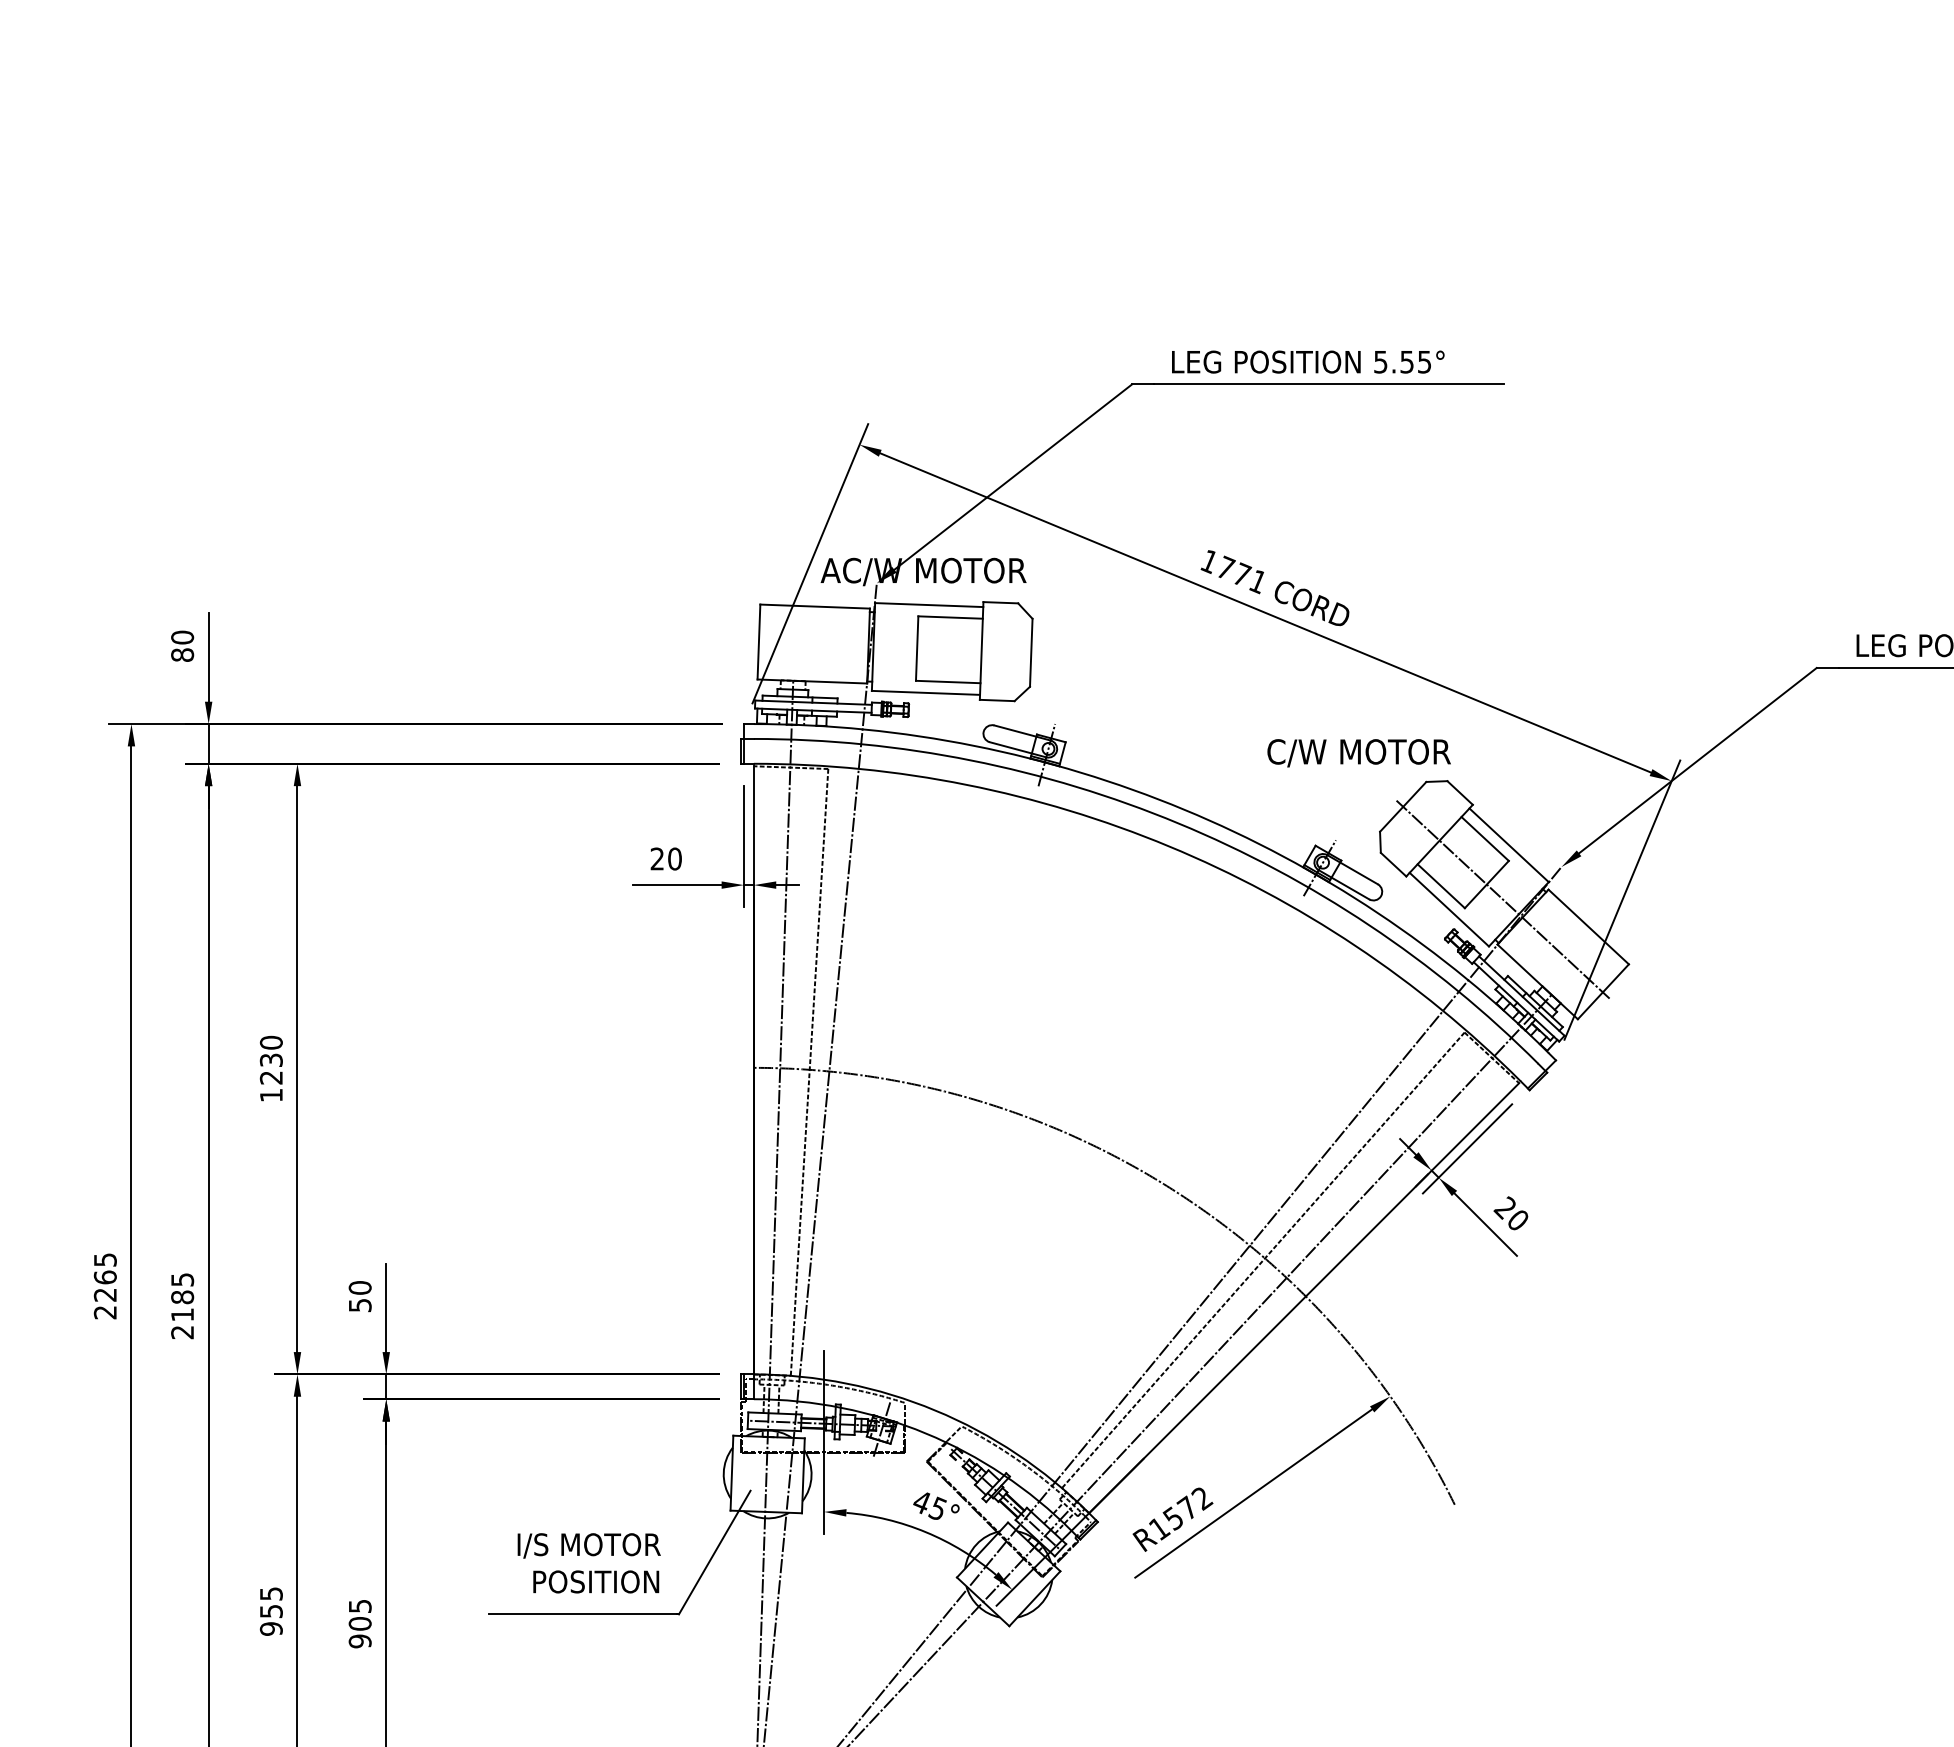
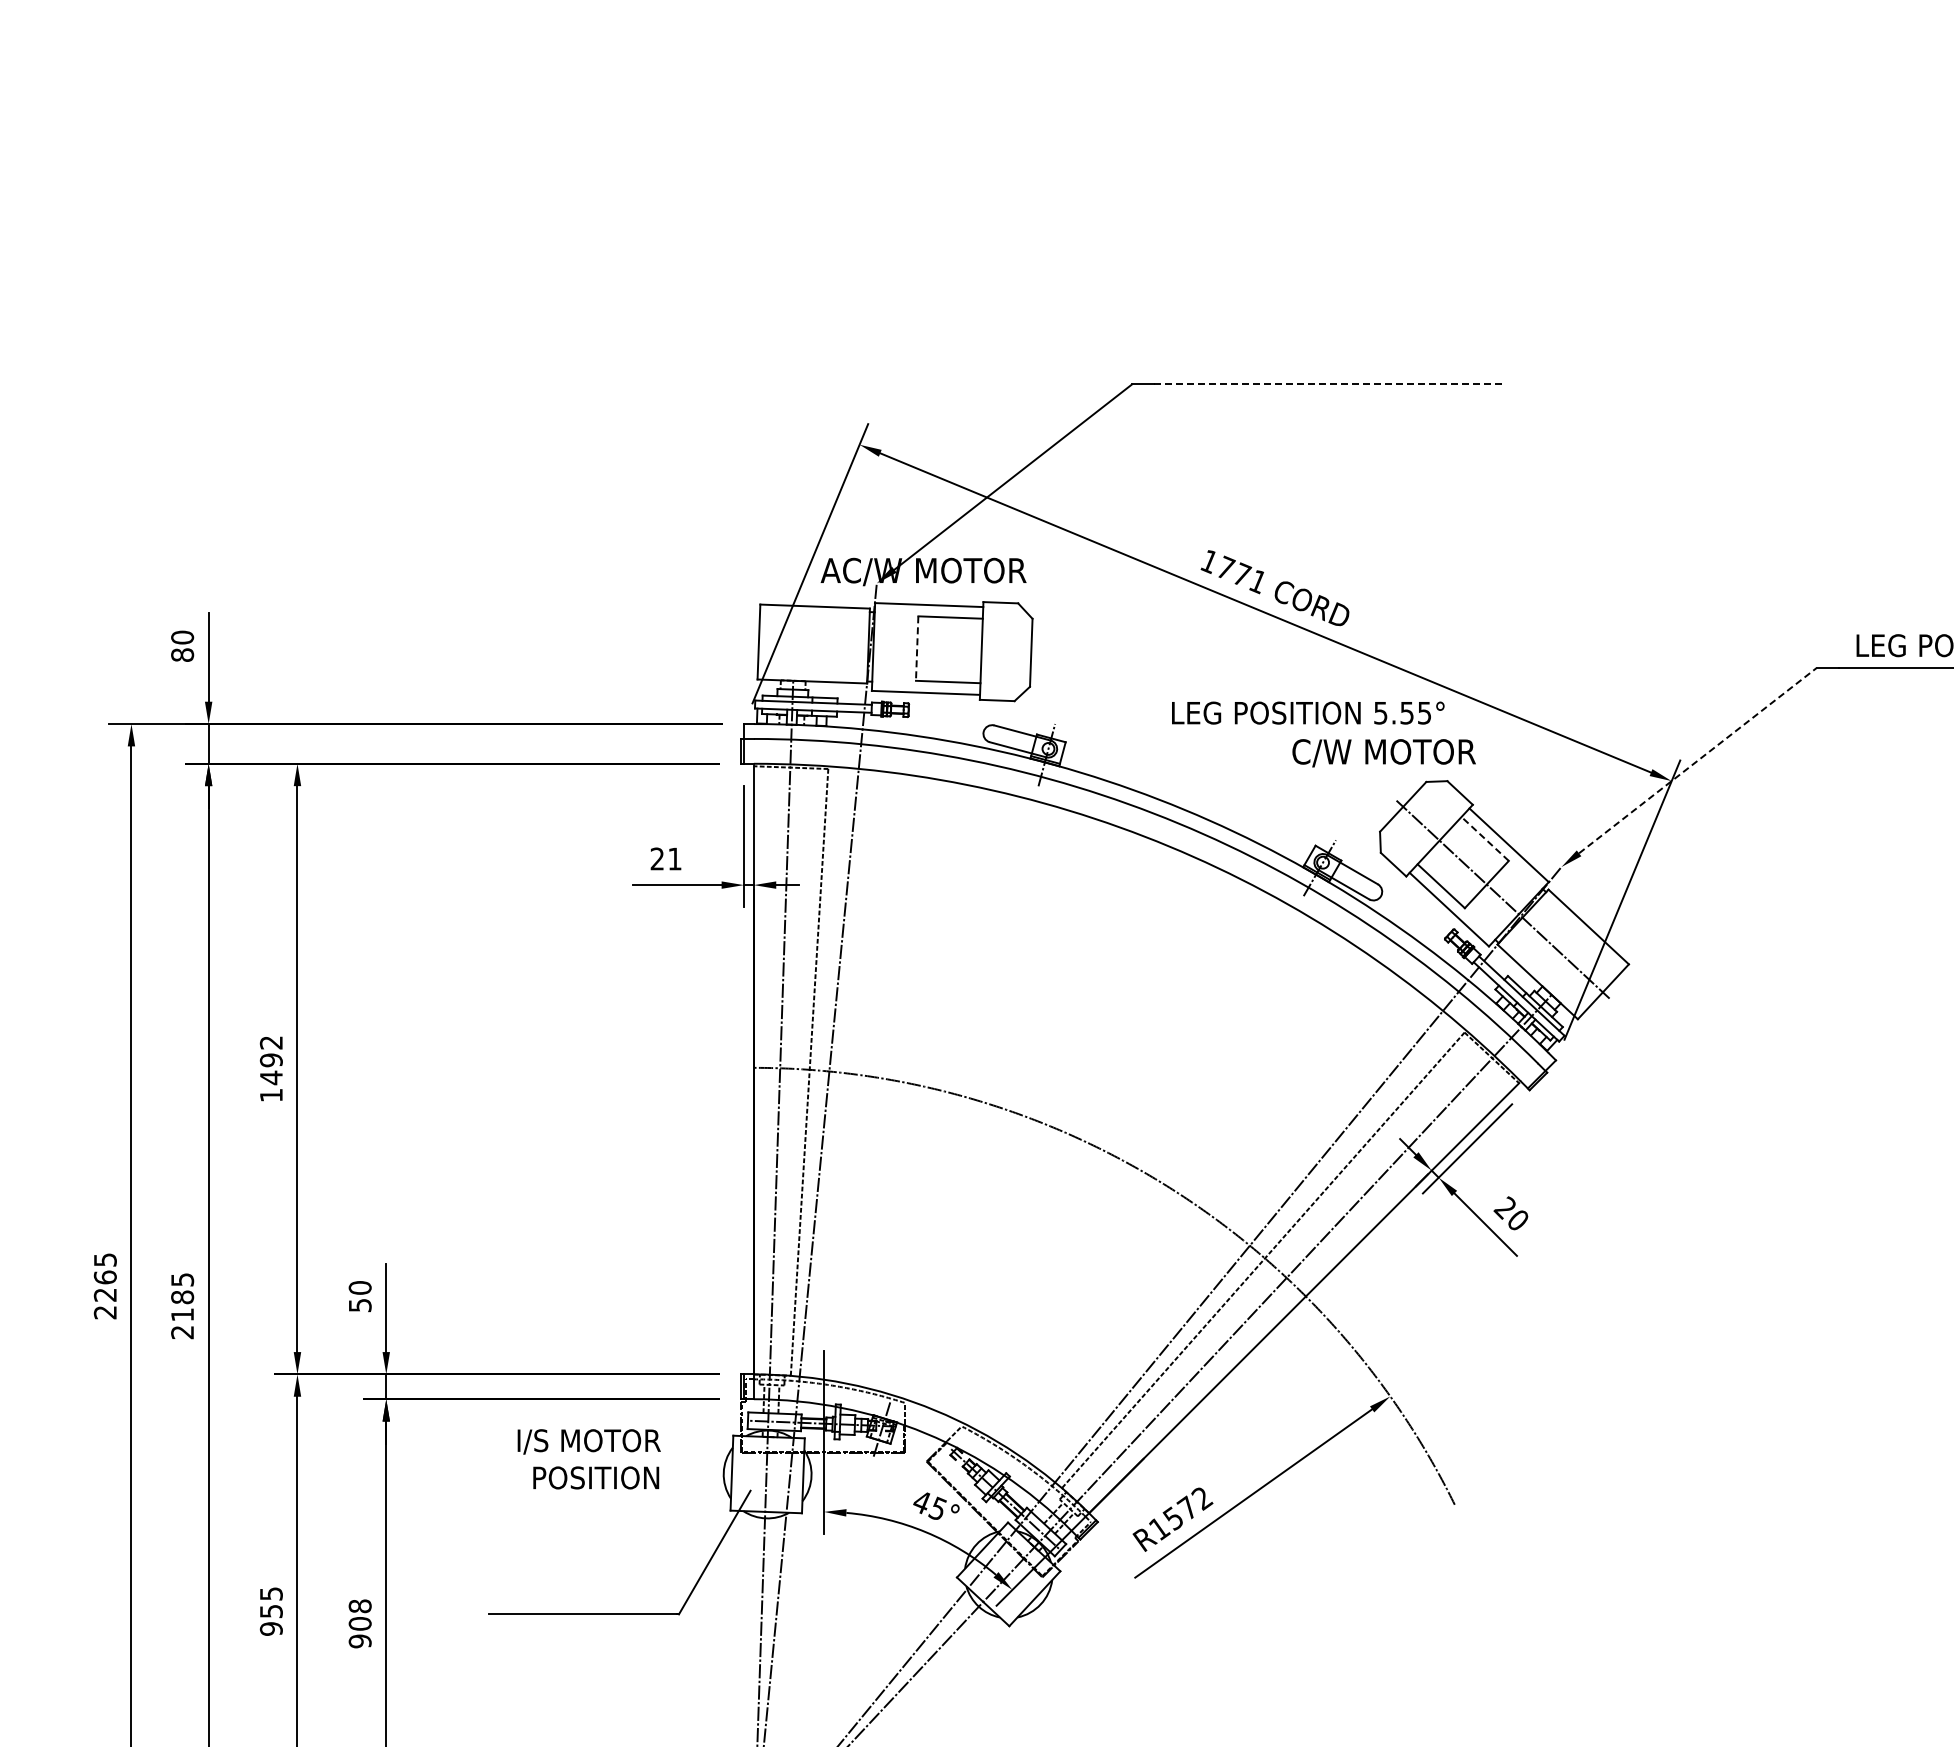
text at (1308, 361) position: (1308, 361) -> (1308, 712)
line at (1329, 384): solid -> dashed
line at (917, 649): solid -> dashed
text at (1358, 753) position: (1358, 753) -> (1383, 753)
line at (1697, 760): solid -> dashed
line at (1484, 838): solid -> dashed
text at (674, 858): 20 -> 21
text at (270, 1060): 1230 -> 1492
text at (588, 1563) position: (588, 1563) -> (588, 1459)
text at (359, 1606): 905 -> 908
